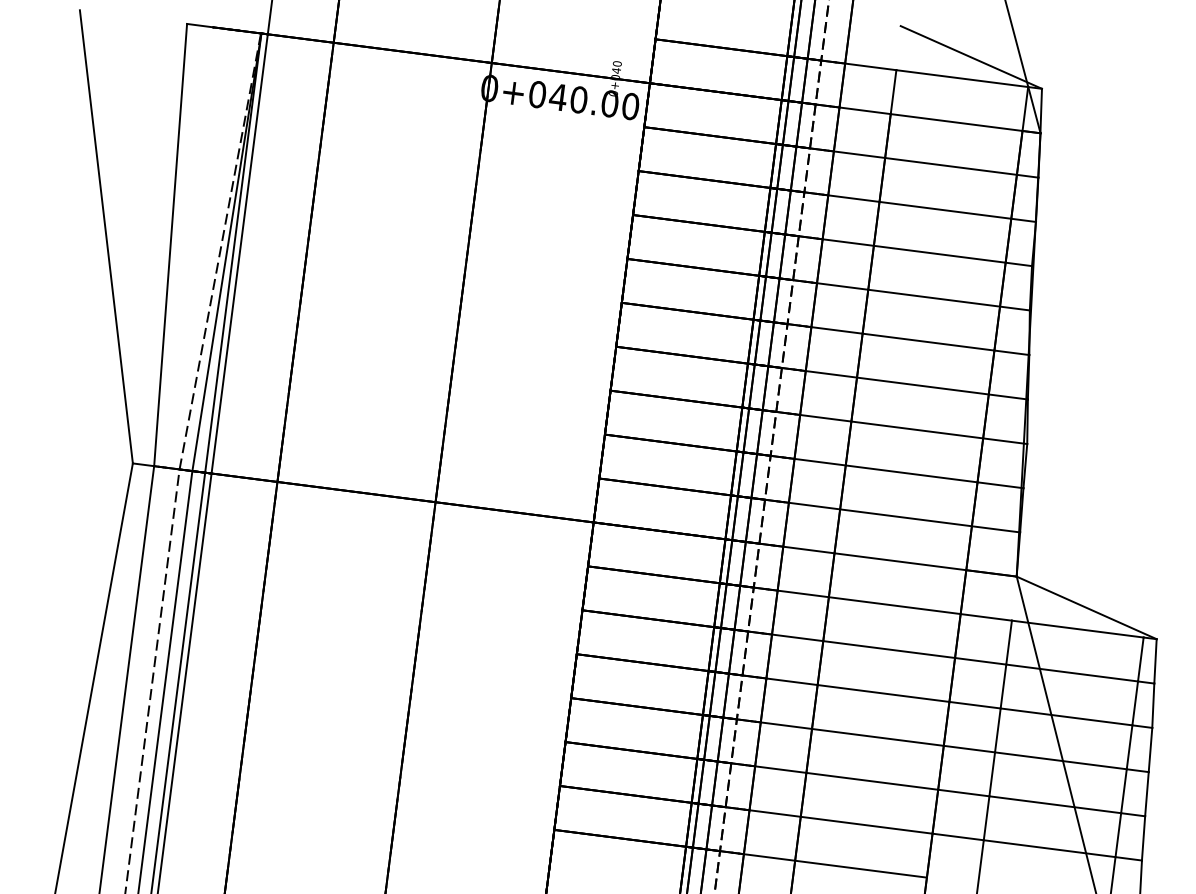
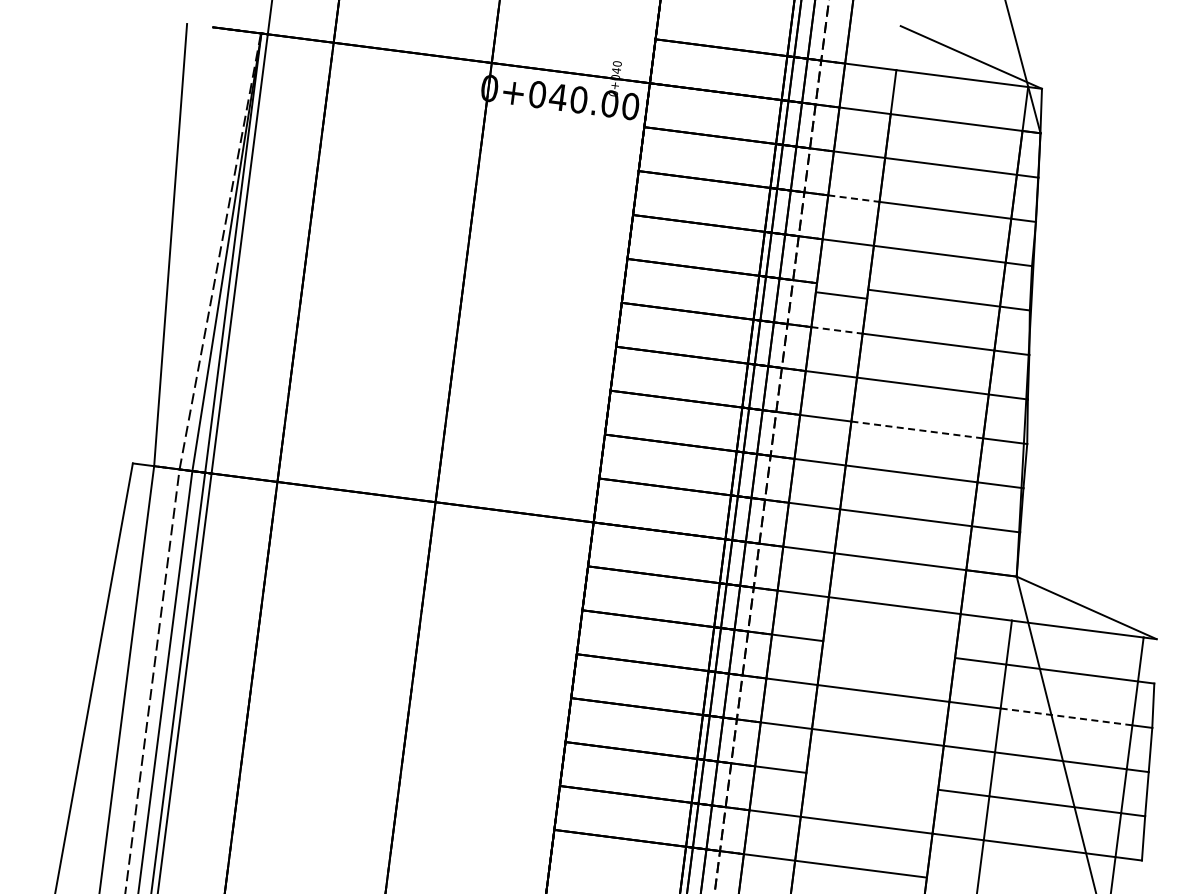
line at (200, 25): present -> none
line at (853, 198): solid -> dashed
line at (105, 236): present -> none
line at (842, 286) position: (842, 286) -> (841, 295)
line at (837, 330): solid -> dashed
line at (917, 430): solid -> dashed
line at (889, 649): present -> none
line at (1155, 661): present -> none
line at (1067, 716): solid -> dashed
line at (872, 780): present -> none
line at (1140, 875): present -> none
